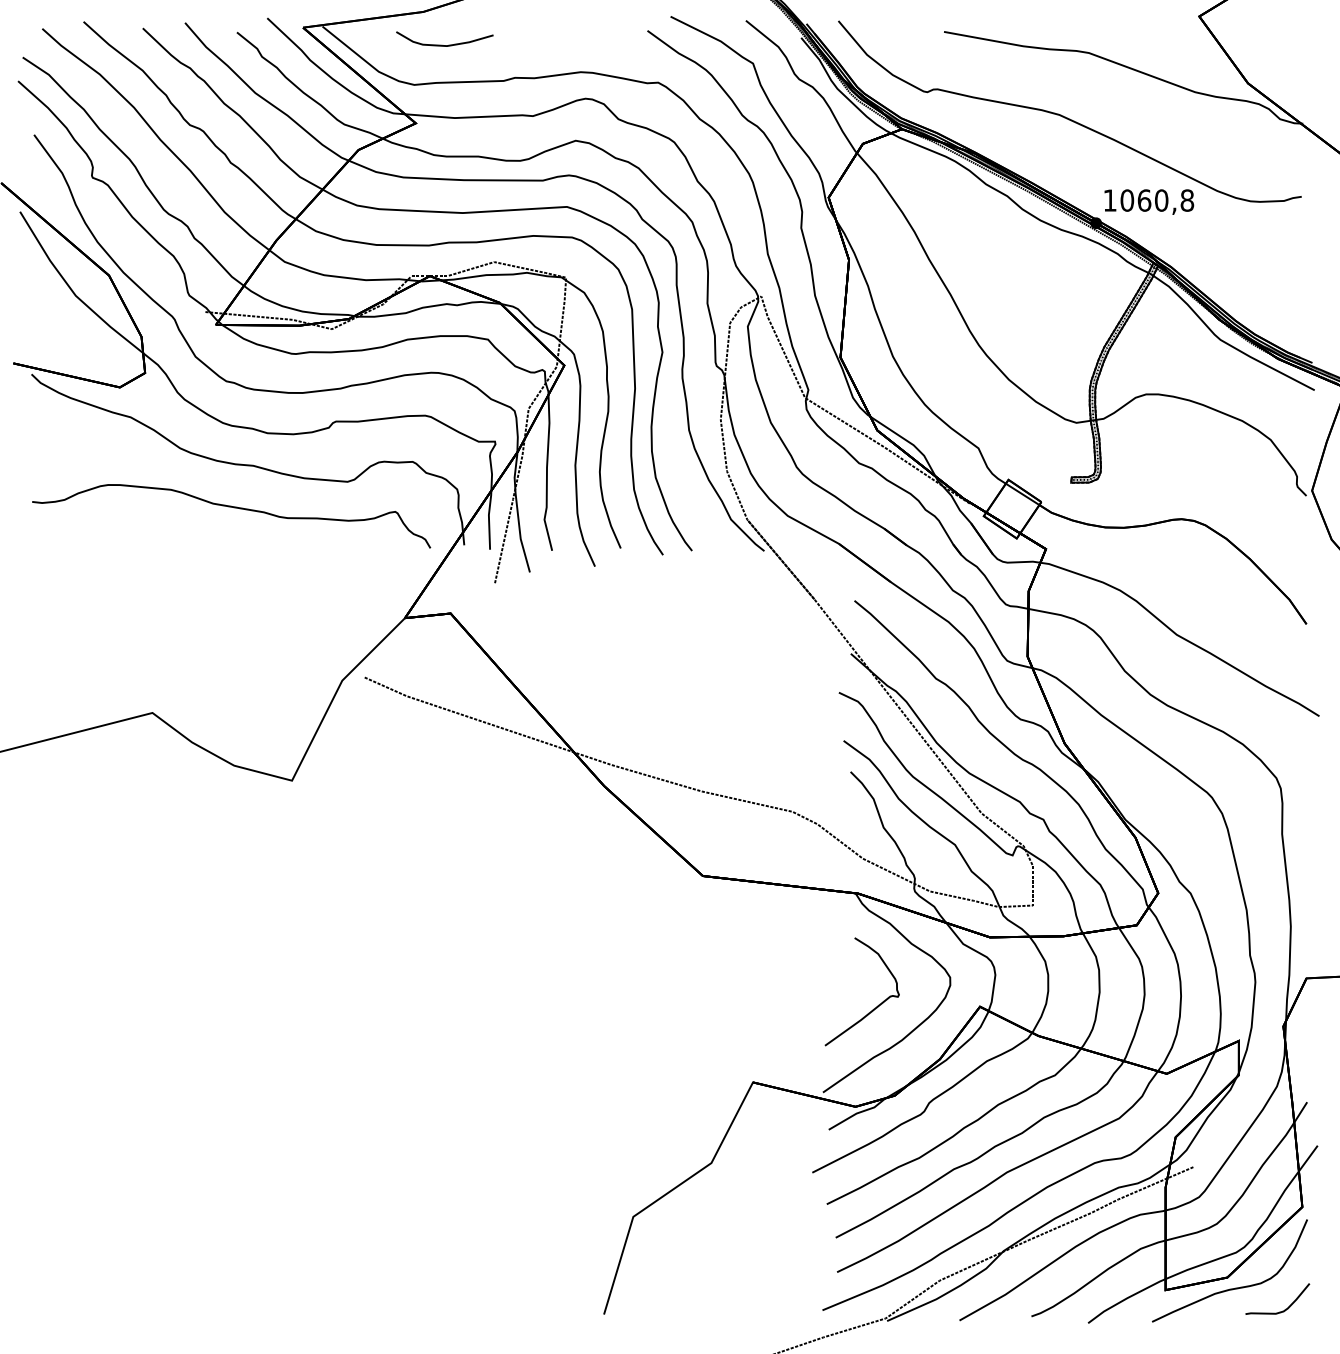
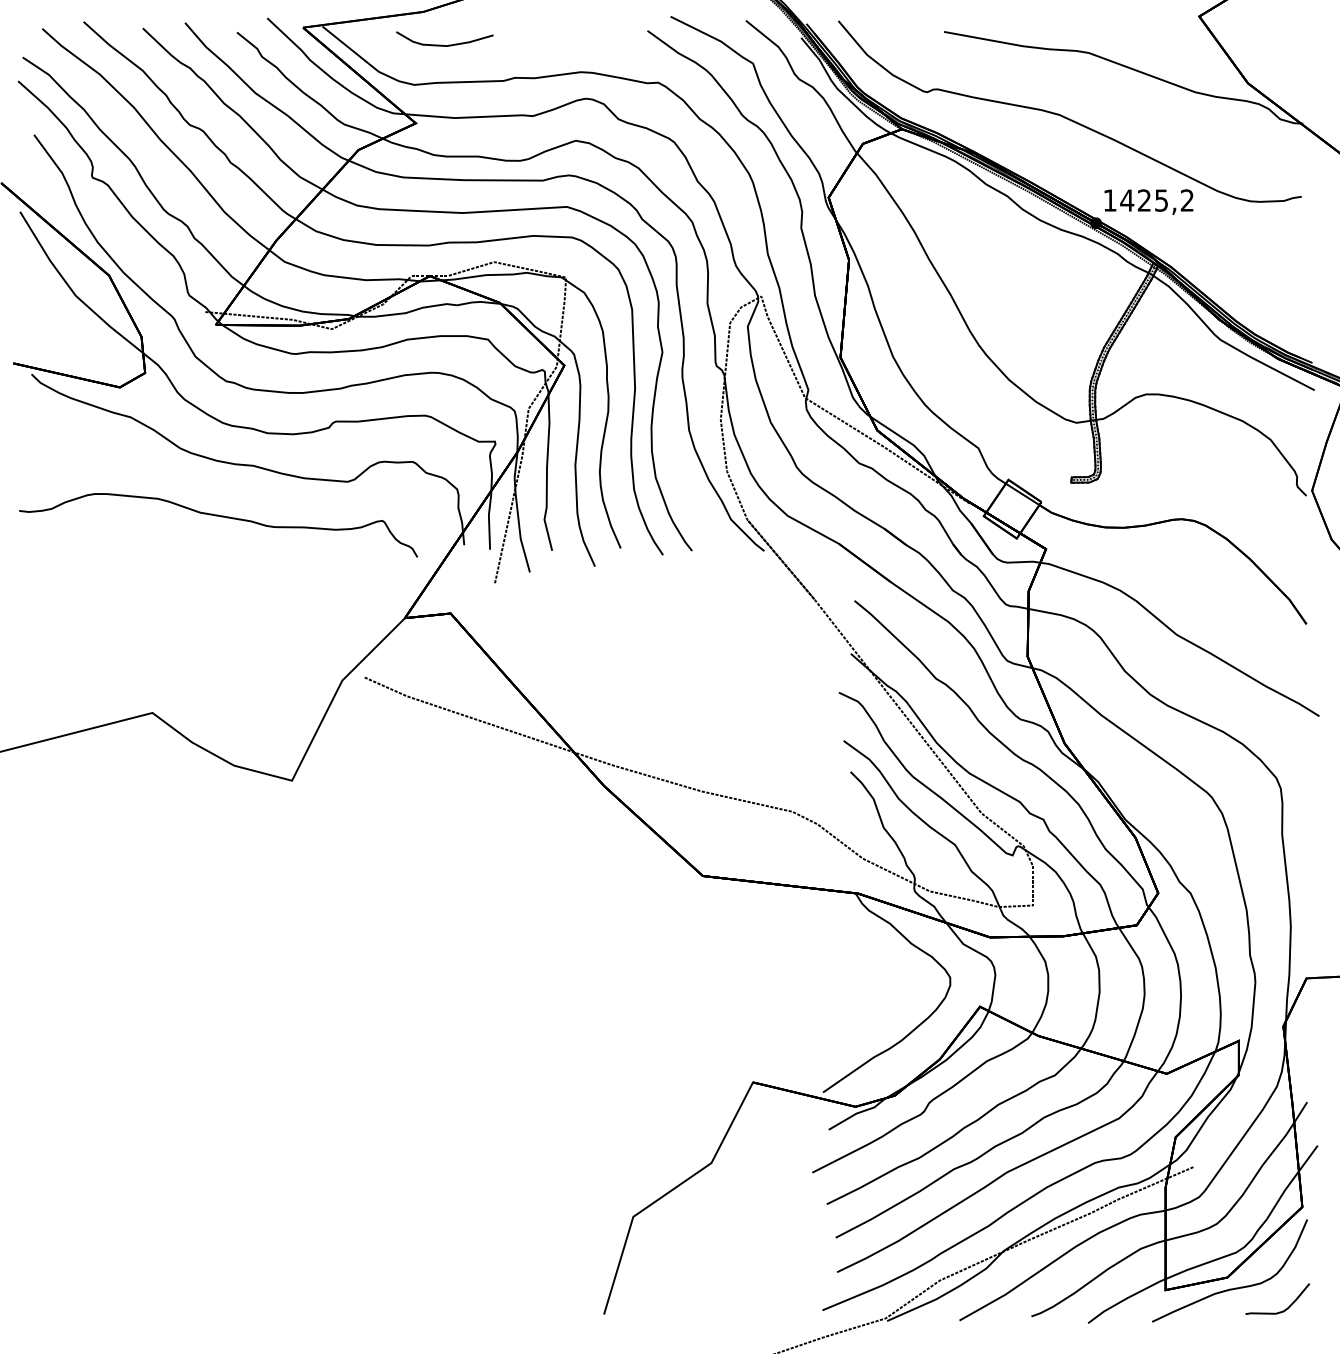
text at (1157, 200): 1060,8 -> 1425,2
curve at (234, 508) position: (234, 508) -> (221, 517)
part at (873, 1008): present -> none
